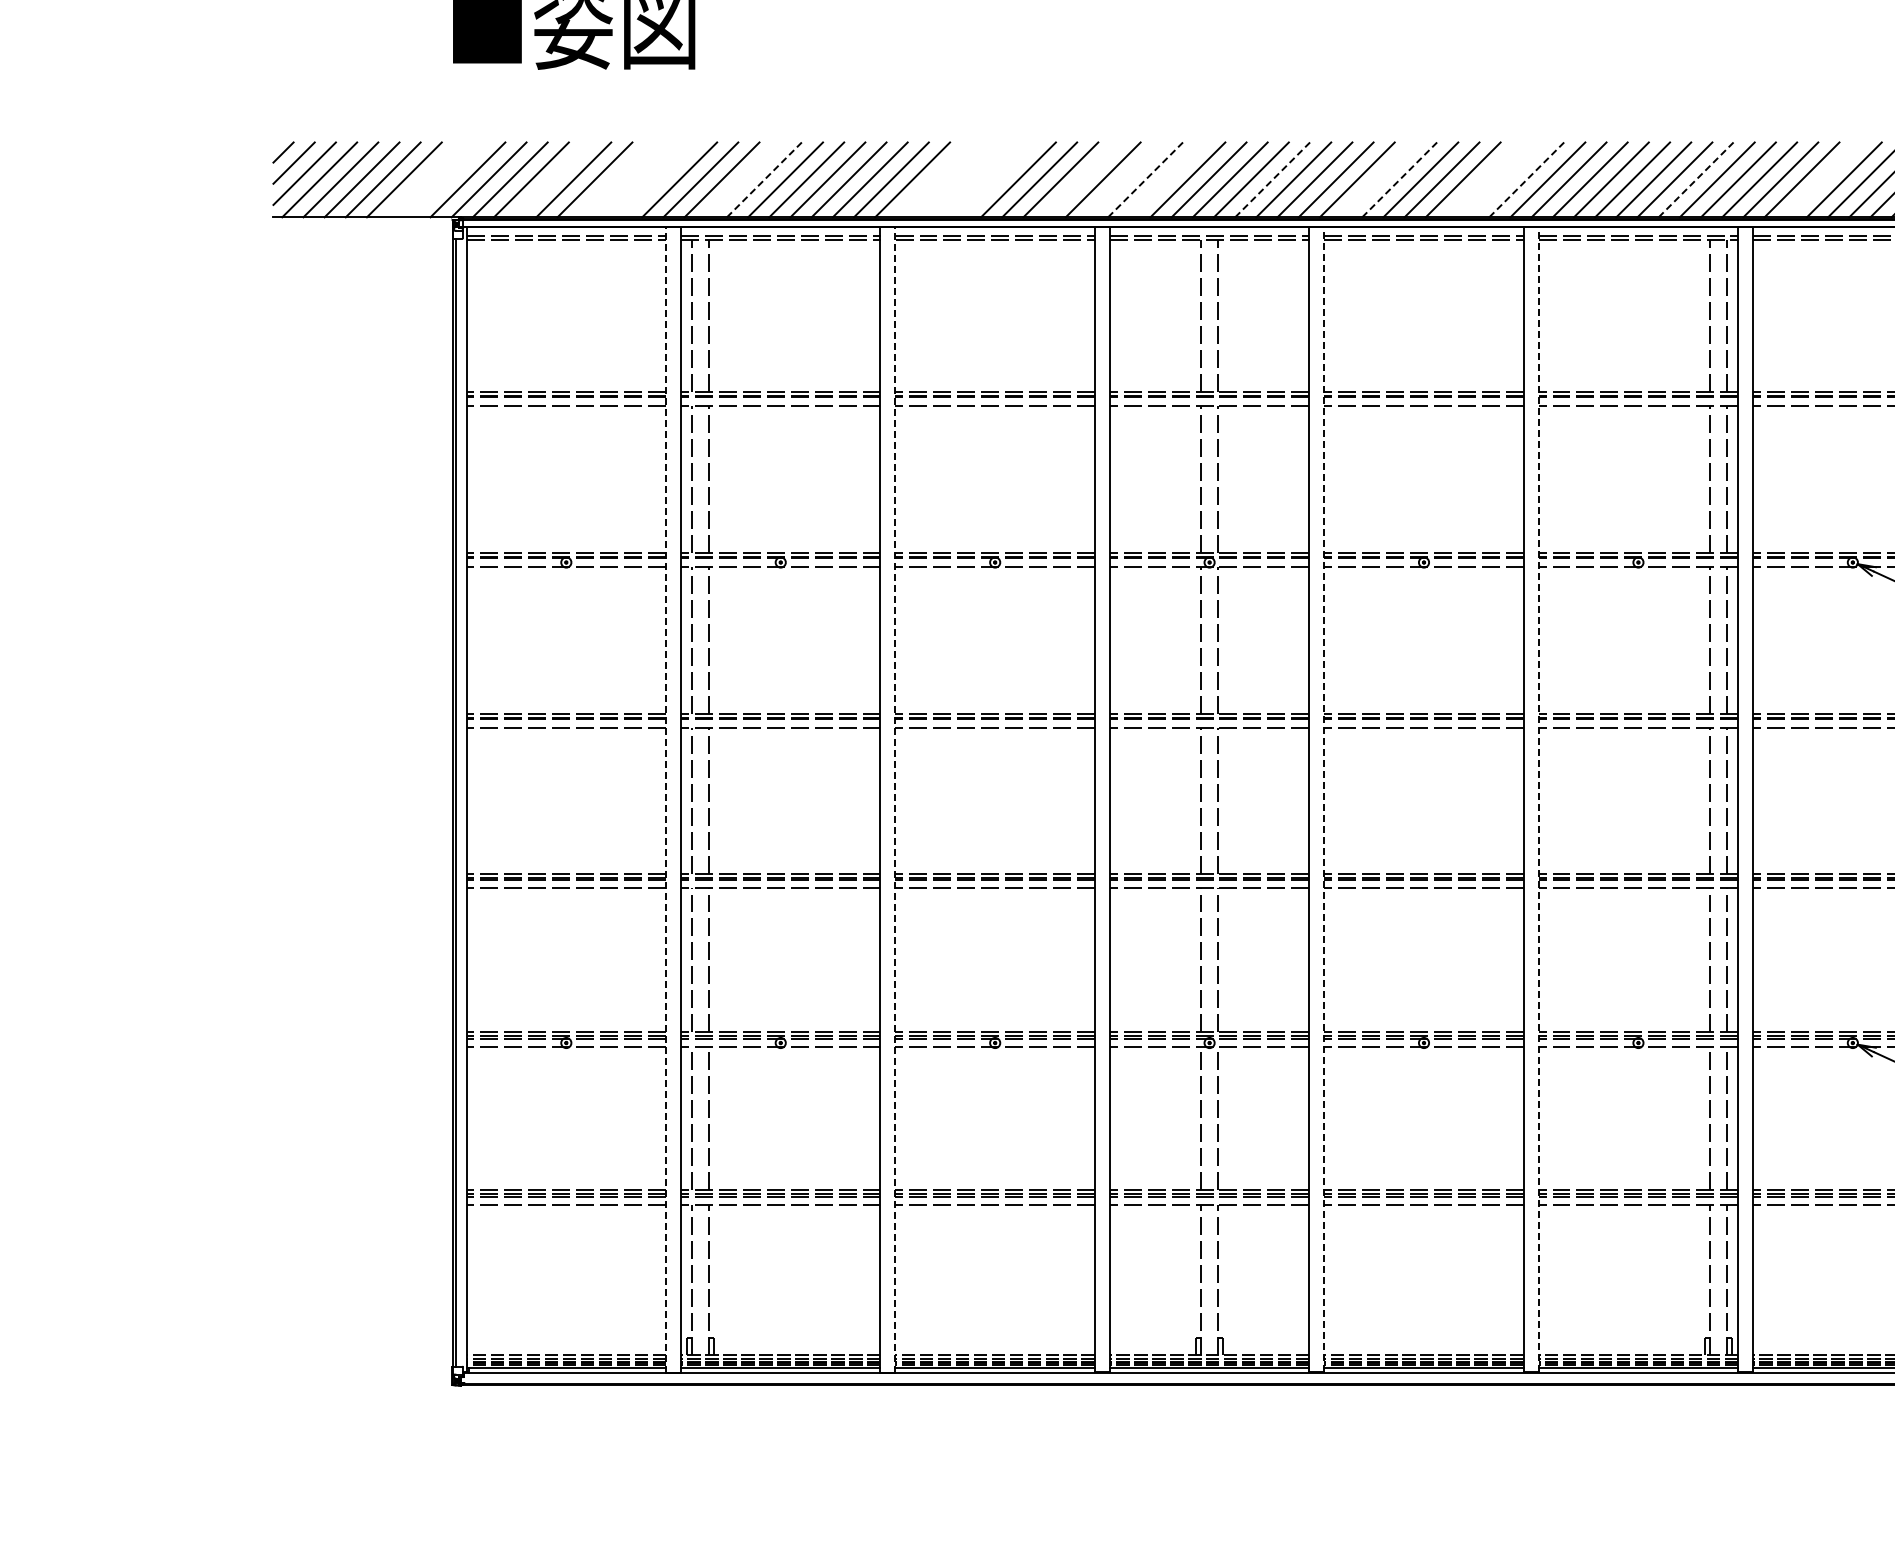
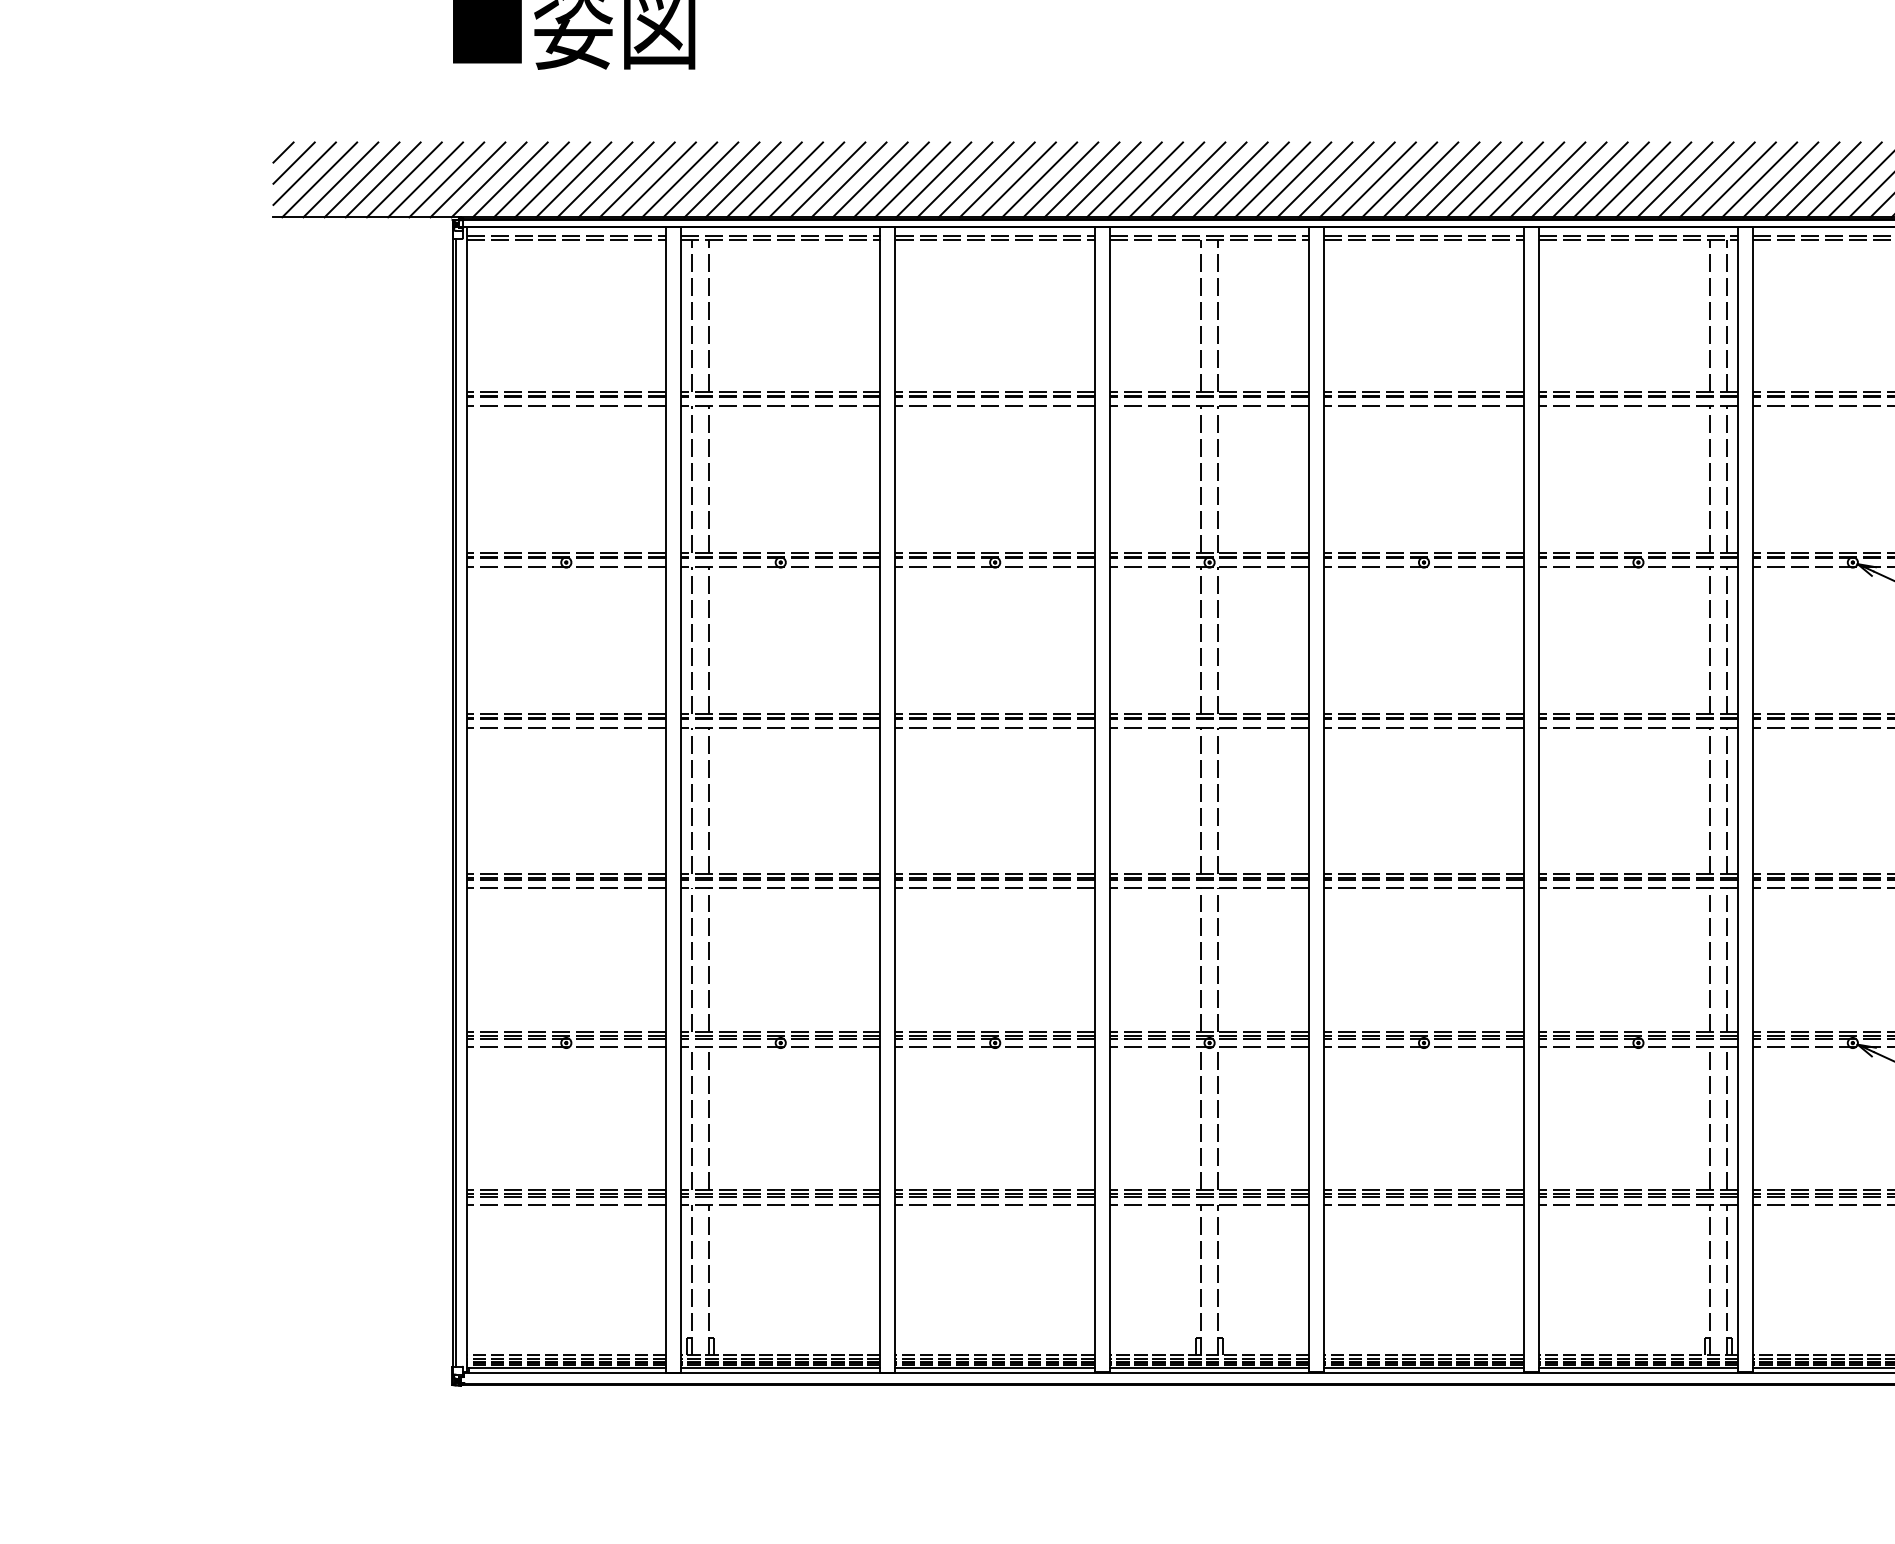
line at (425, 179): none -> present
line at (446, 179): none -> present
line at (552, 179): none -> present
line at (615, 179): none -> present
line at (636, 179): none -> present
line at (658, 179): none -> present
line at (742, 179): none -> present
line at (764, 179): dashed -> solid
line at (933, 179): none -> present
line at (954, 179): none -> present
line at (975, 179): none -> present
line at (996, 179): none -> present
line at (1081, 179): none -> present
line at (1123, 179): none -> present
line at (1145, 179): dashed -> solid
line at (1166, 179): none -> present
line at (1272, 179): dashed -> solid
line at (1378, 179): none -> present
line at (1399, 179): dashed -> solid
line at (1483, 179): none -> present
line at (1505, 179): none -> present
line at (1526, 179): dashed -> solid
line at (1696, 179): dashed -> solid
line at (1822, 179): none -> present
line at (666, 799): dashed -> solid
line at (895, 799): dashed -> solid
line at (1324, 799): dashed -> solid
line at (1538, 799): dashed -> solid
